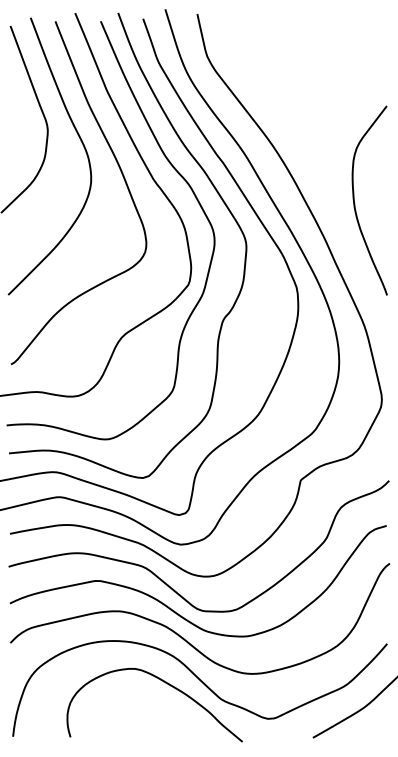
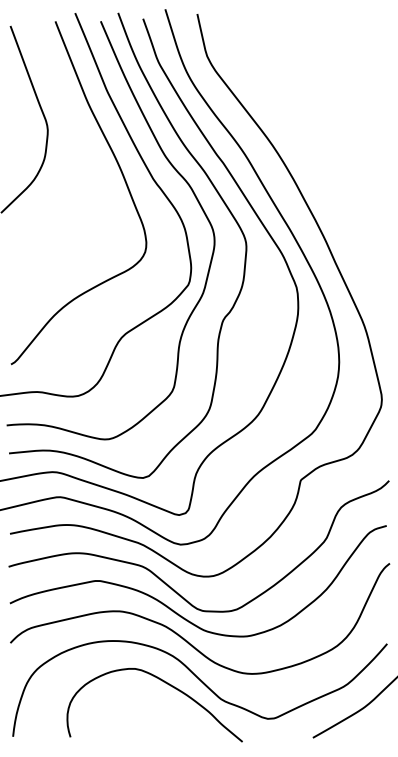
curve at (81, 143): present -> none
curve at (355, 203): present -> none
